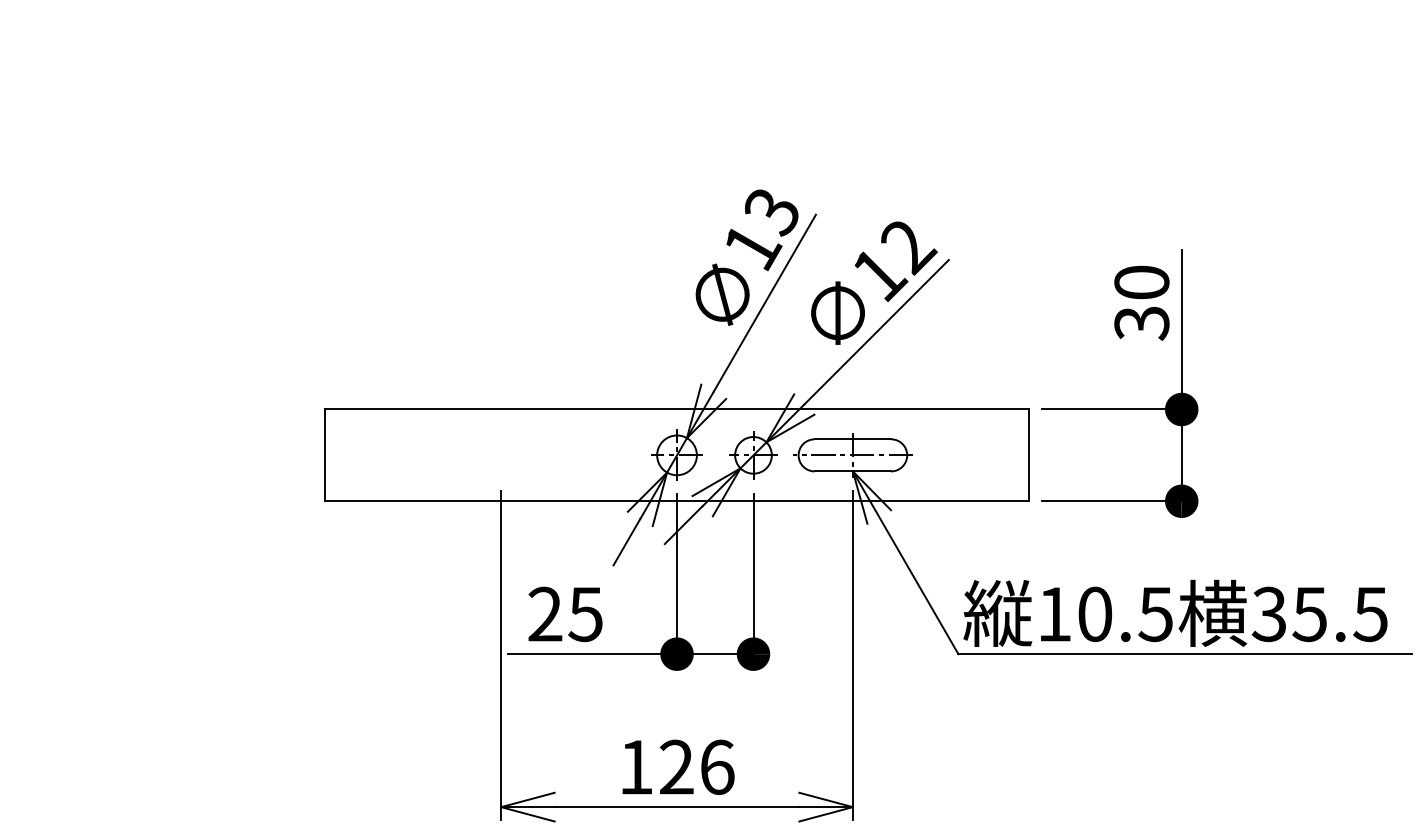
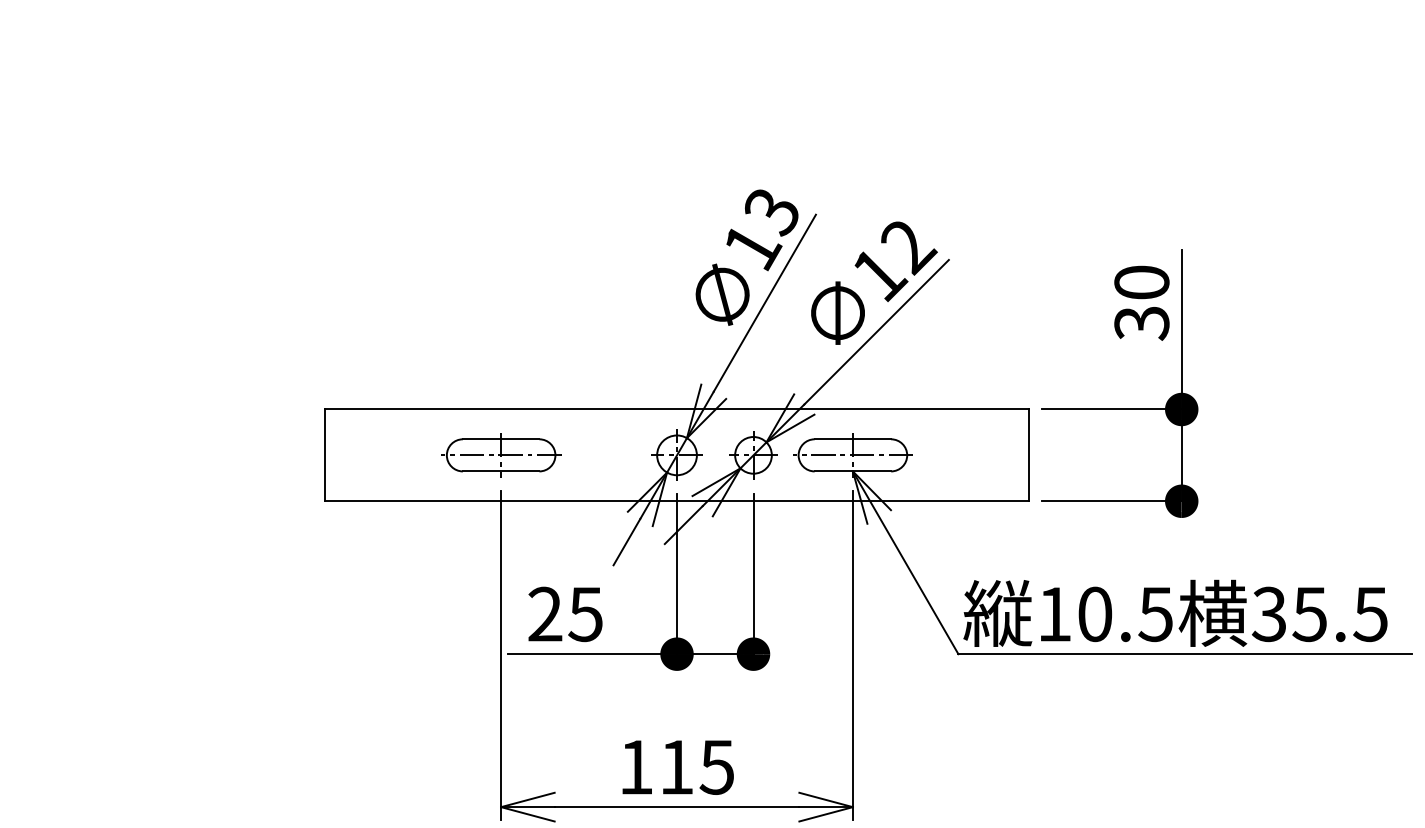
part at (501, 455): none -> present
text at (697, 766): 126 -> 115
